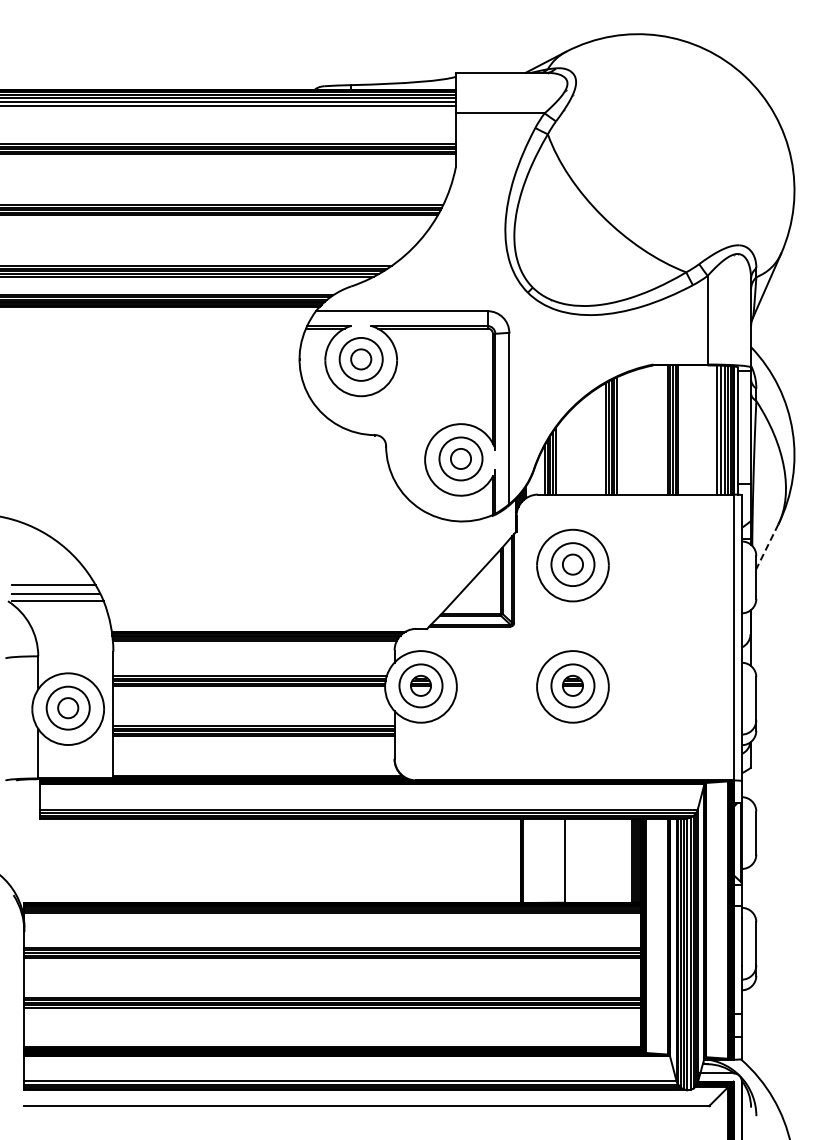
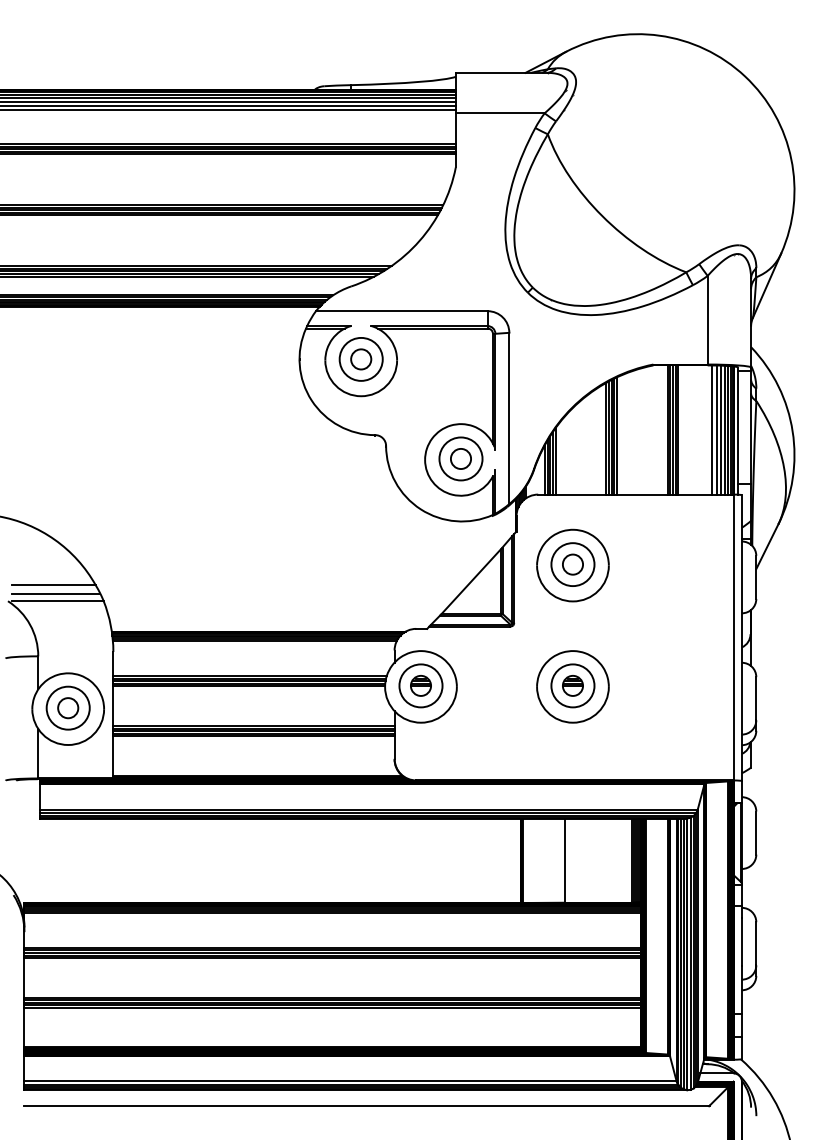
line at (228, 109): none -> present
line at (712, 429): none -> present
line at (767, 546): dashed -> solid
